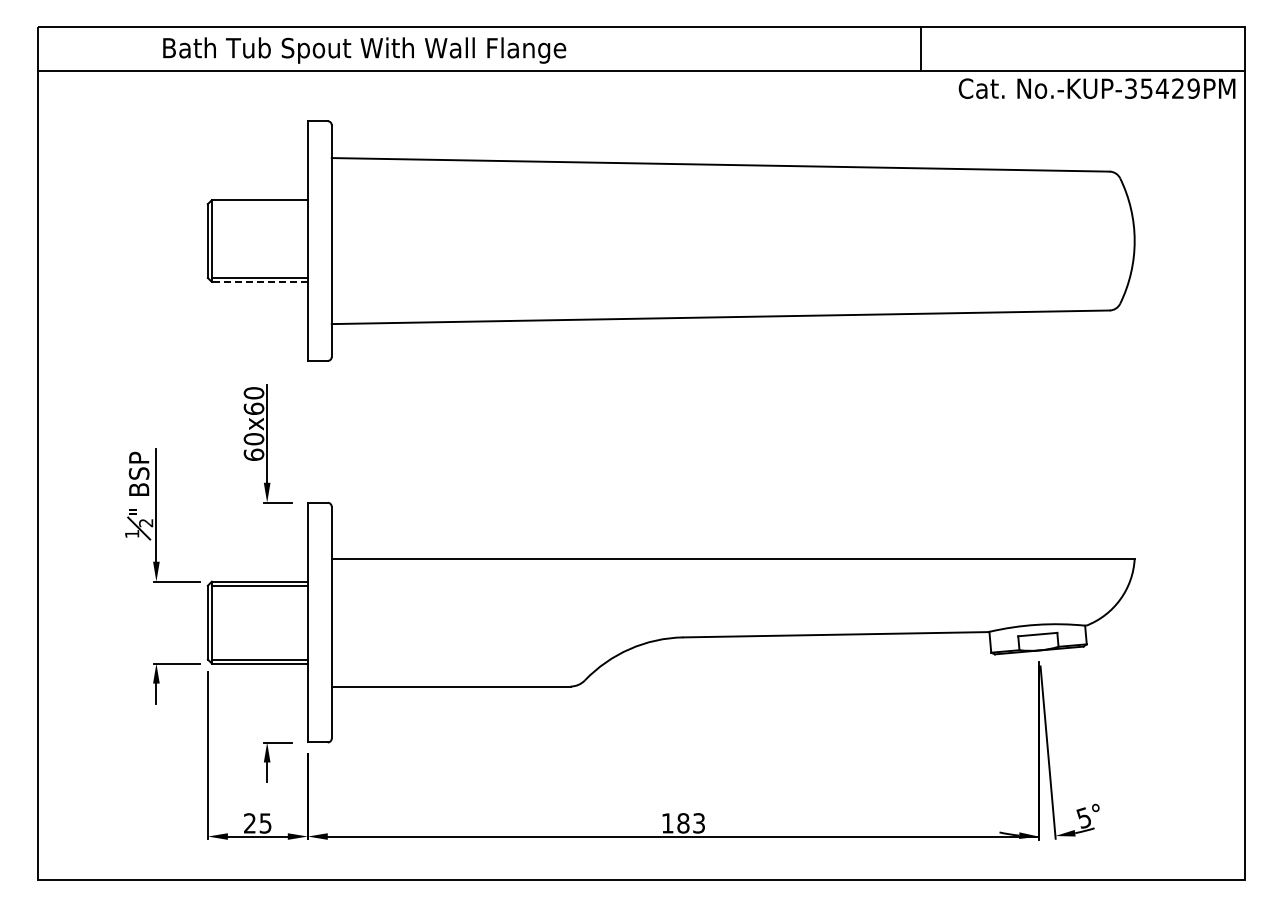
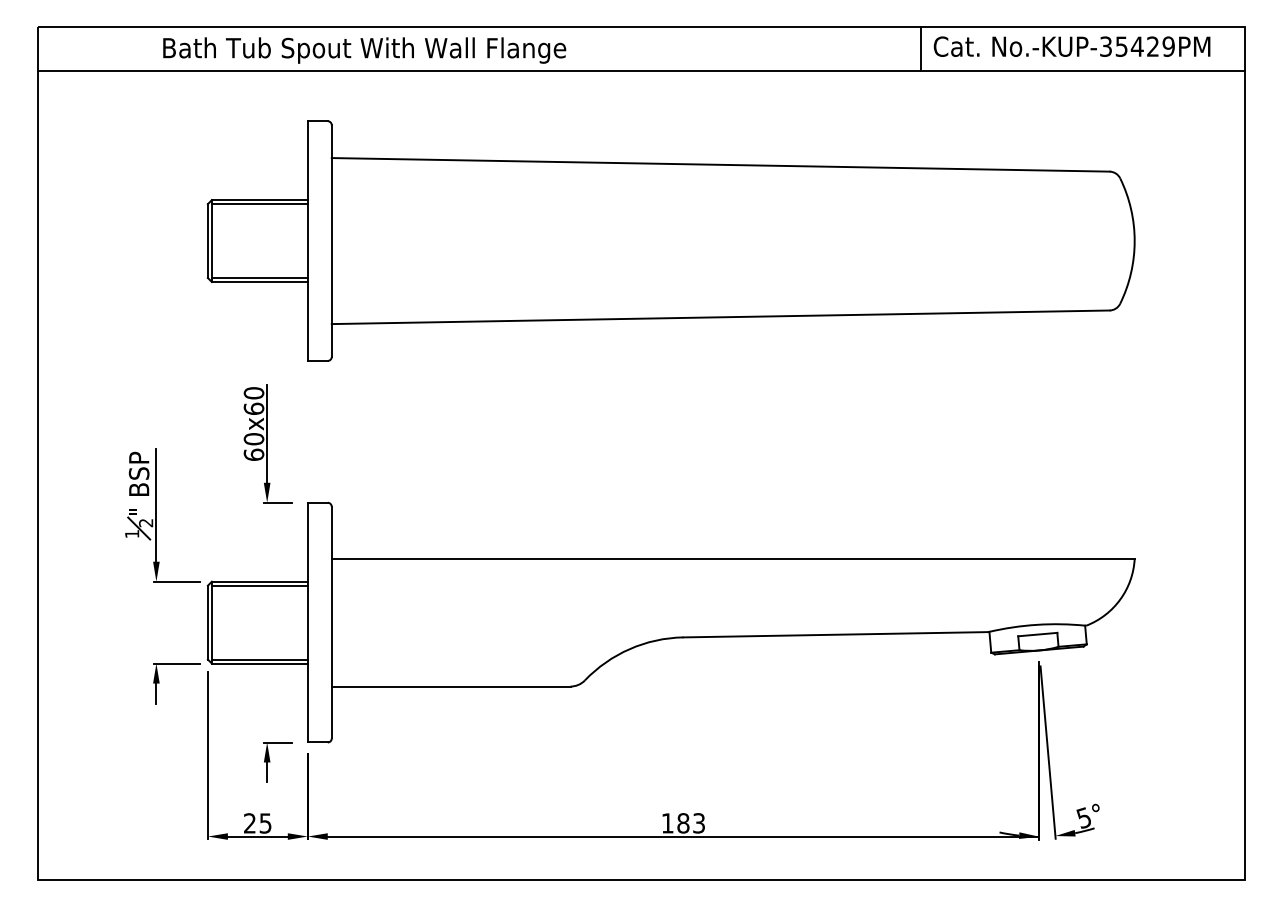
text at (1096, 88) position: (1096, 88) -> (1071, 46)
line at (259, 204): none -> present
line at (259, 282): dashed -> solid
